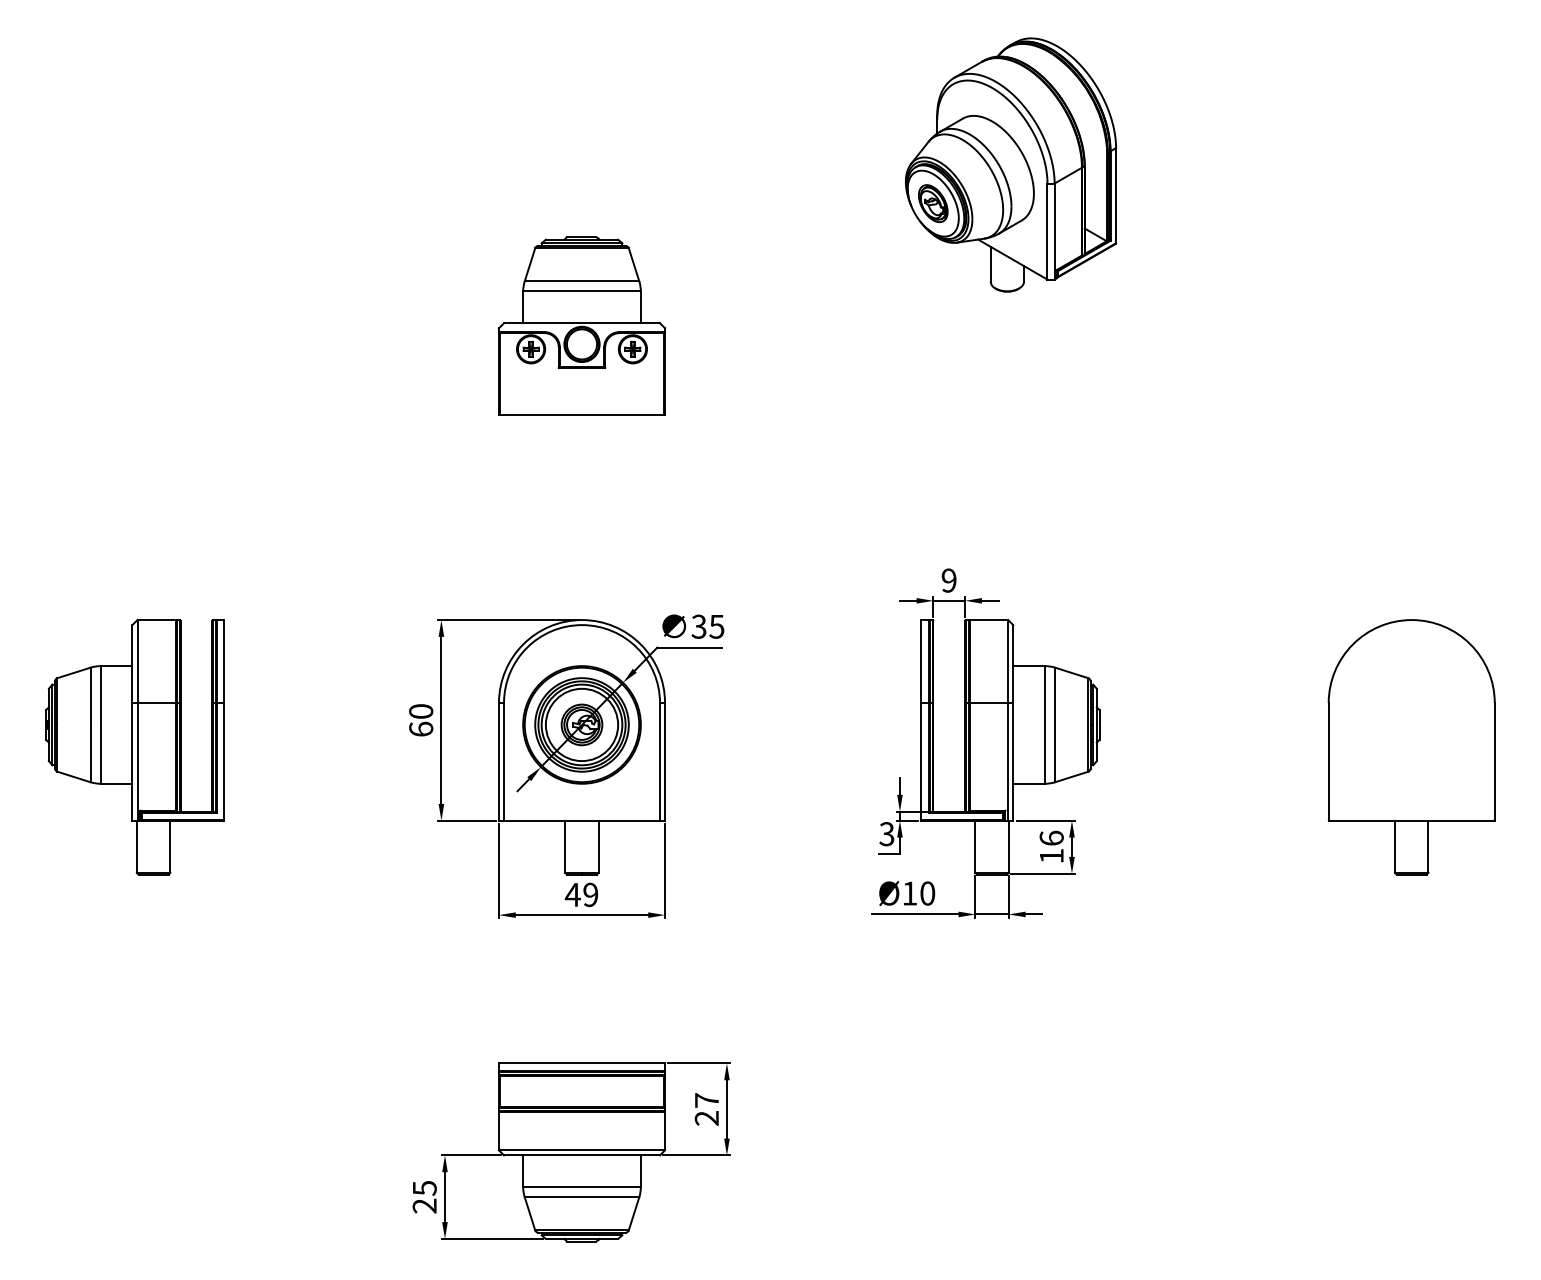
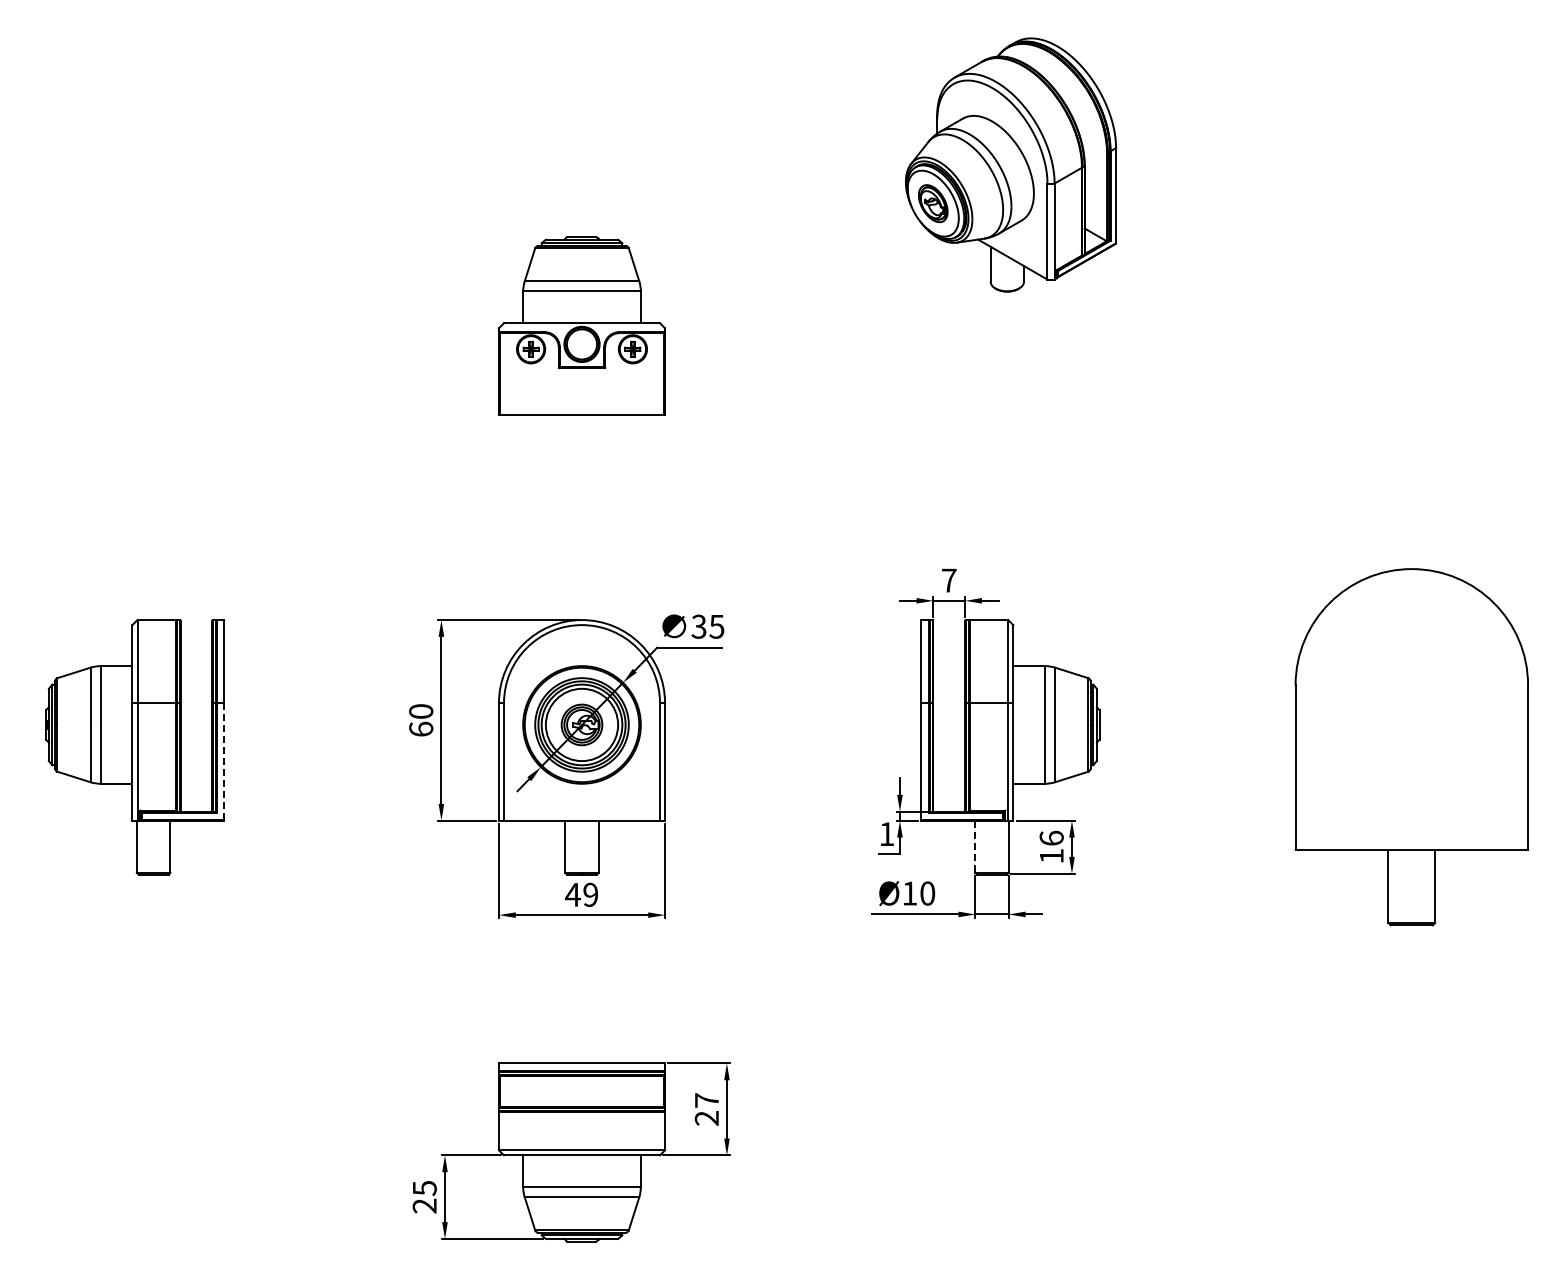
text at (948, 580): 9 -> 7
part at (1411, 747) size: 169x257 px -> 235x359 px
line at (224, 760): solid -> dashed
text at (886, 834): 3 -> 1
line at (975, 847): solid -> dashed
